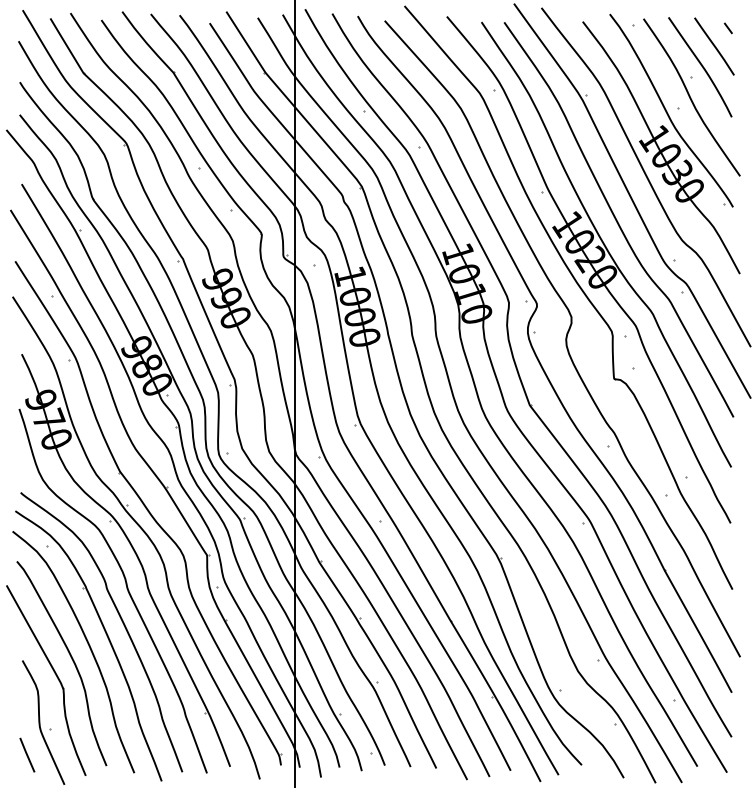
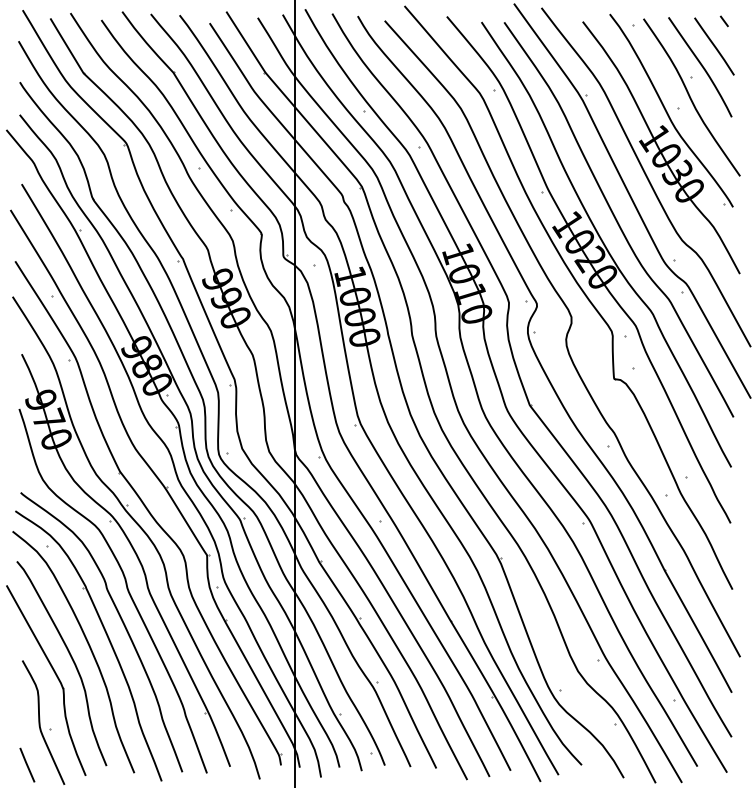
line at (727, 28) position: (727, 28) -> (723, 21)
line at (27, 754) position: (27, 754) -> (27, 764)
